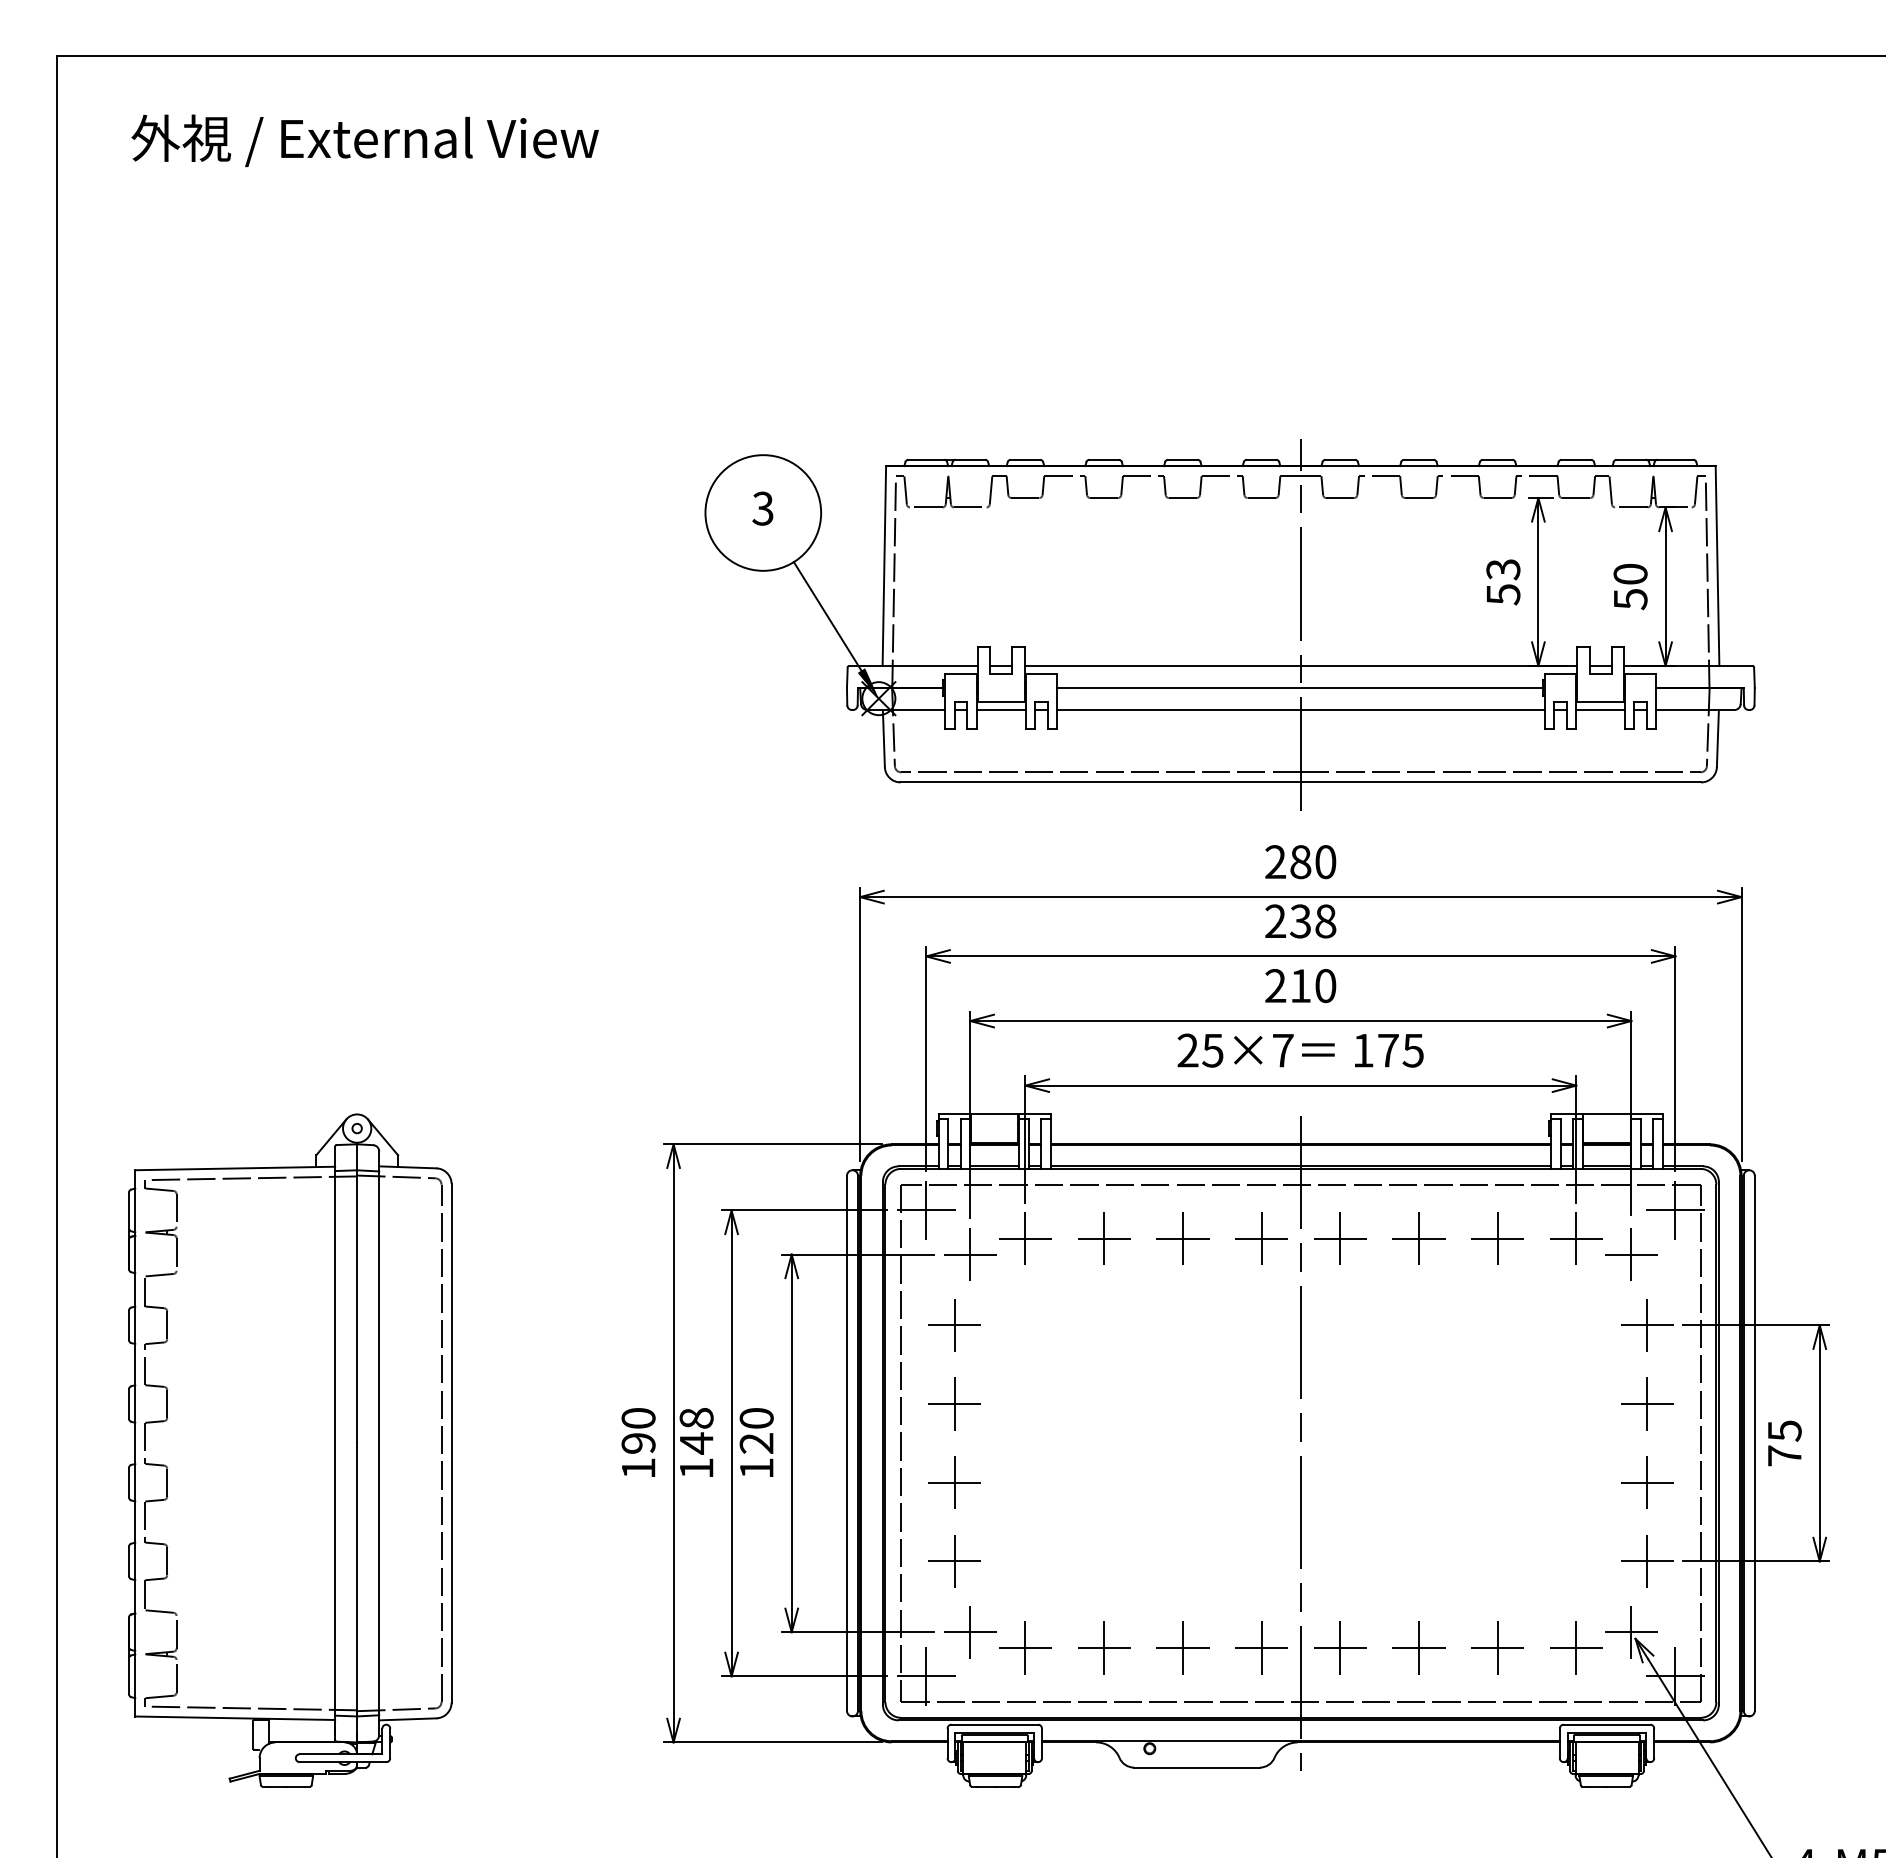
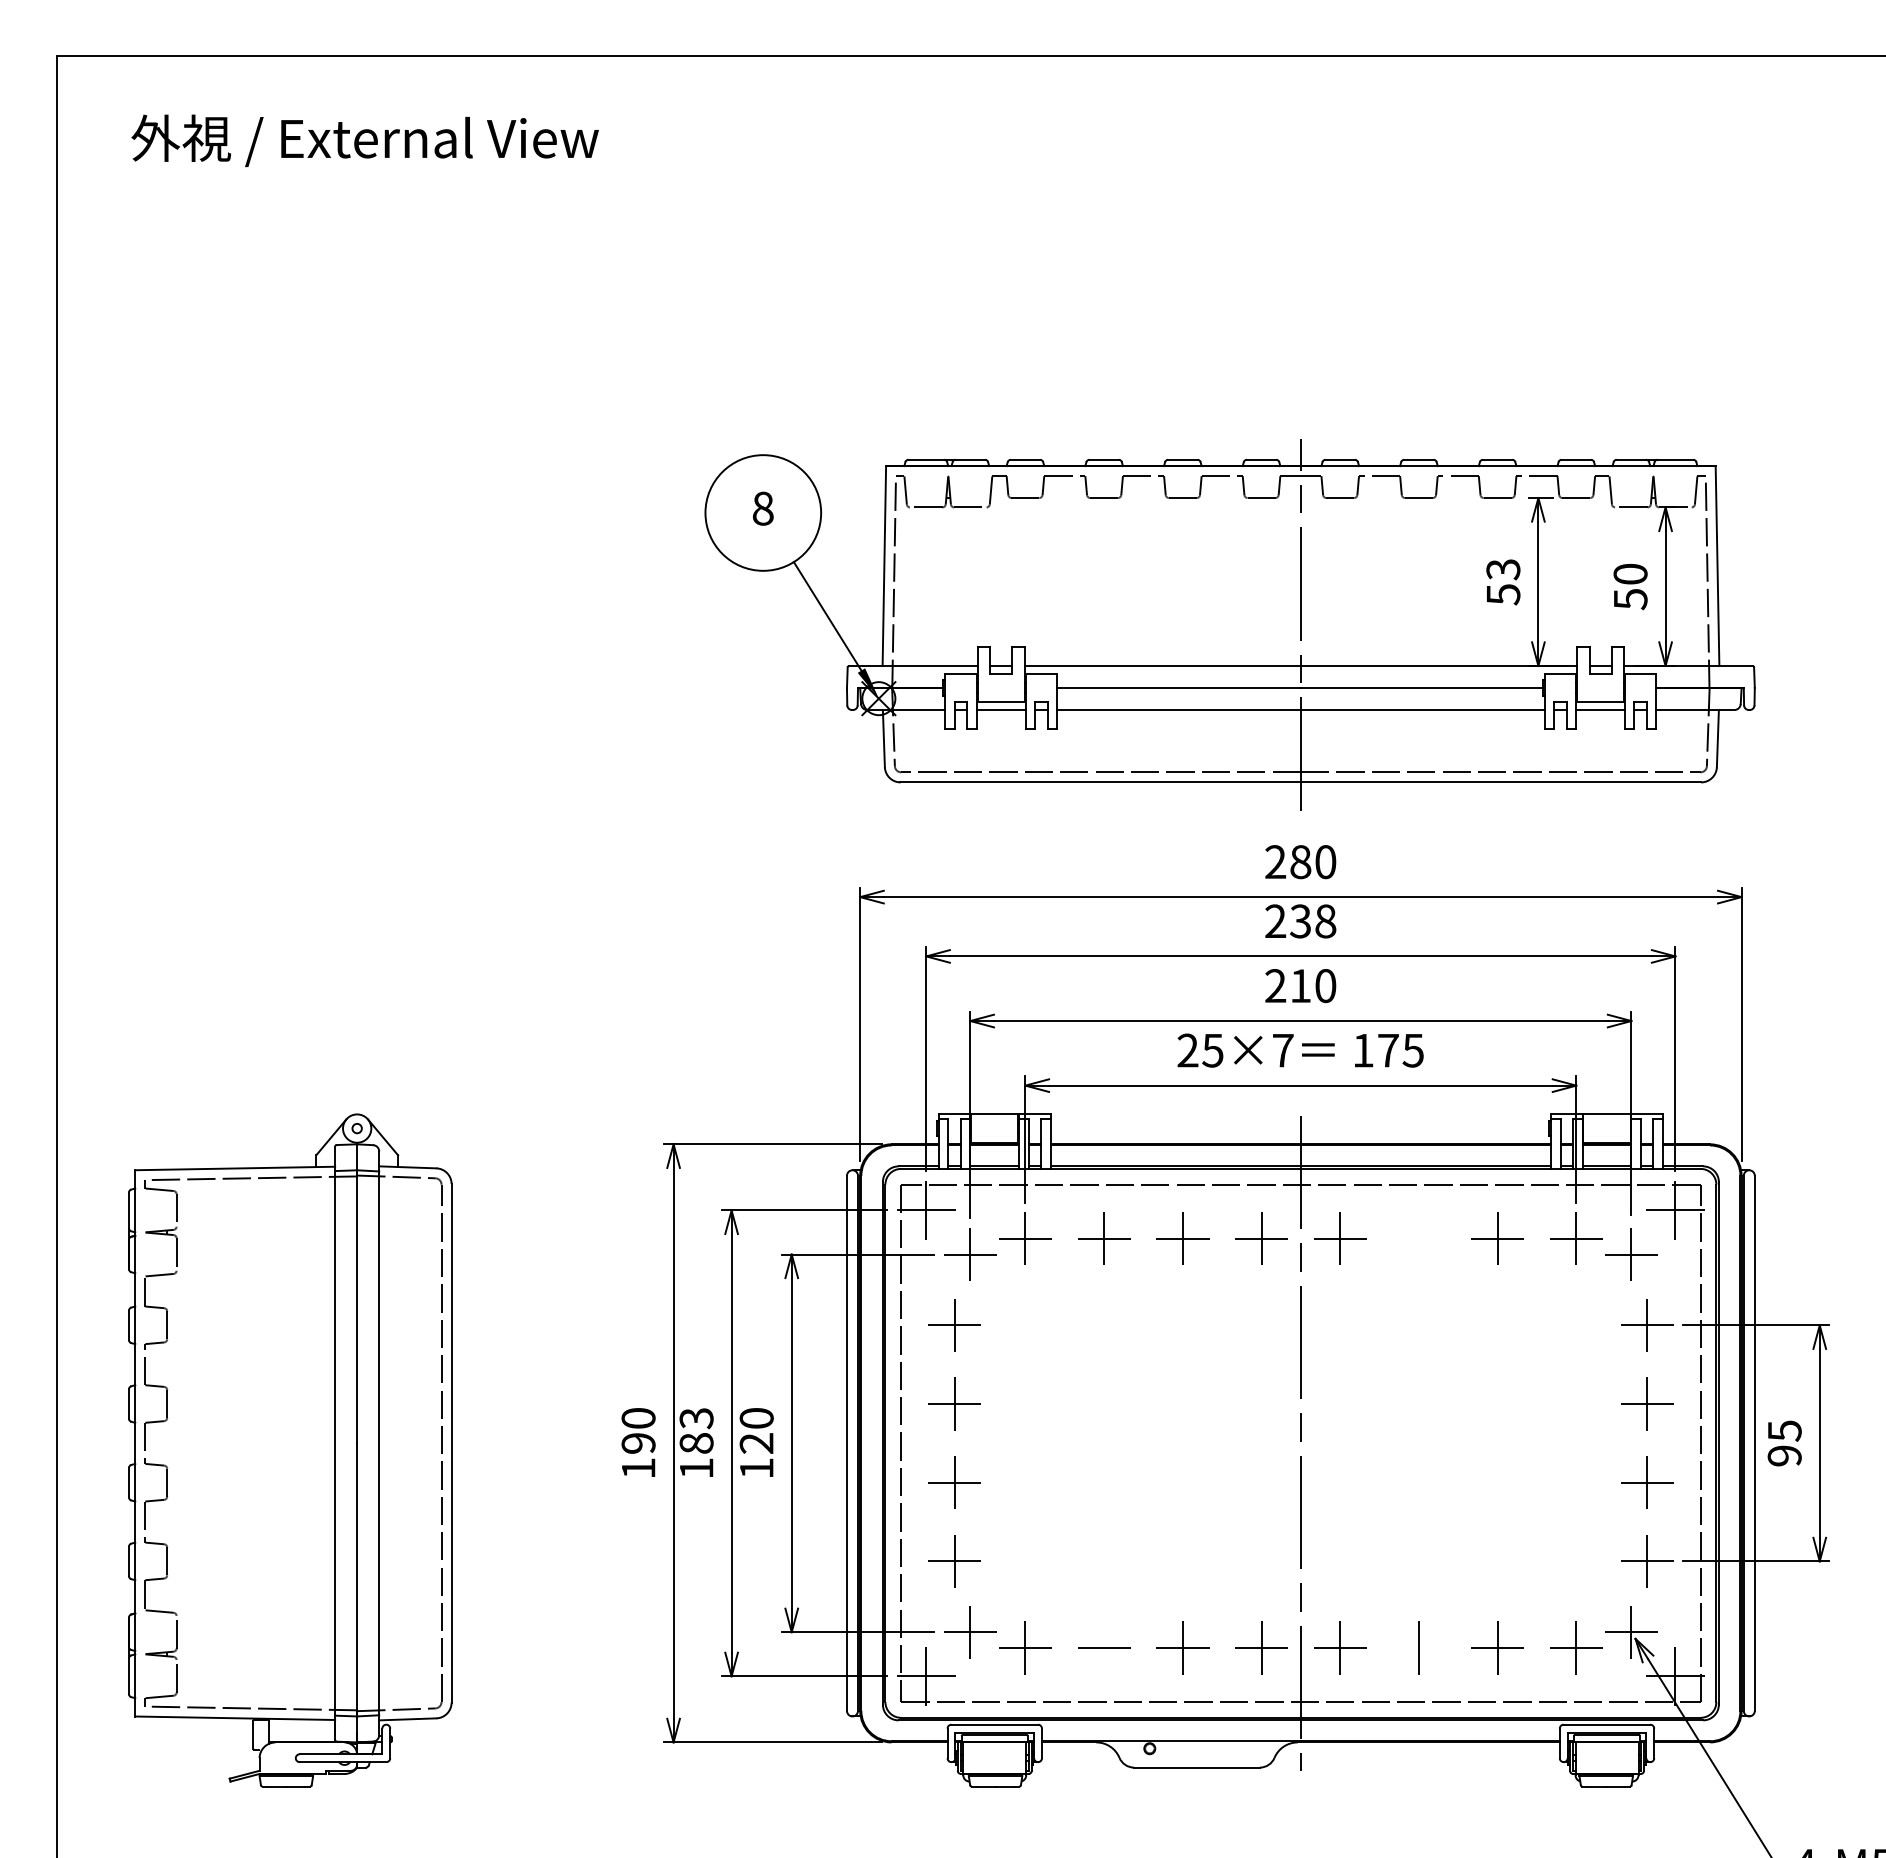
text at (762, 508): 3 -> 8
part at (1418, 1238): present -> none
text at (696, 1431): 148 -> 183
text at (1784, 1455): 75 -> 95
line at (1104, 1647): present -> none
line at (1418, 1647): present -> none
